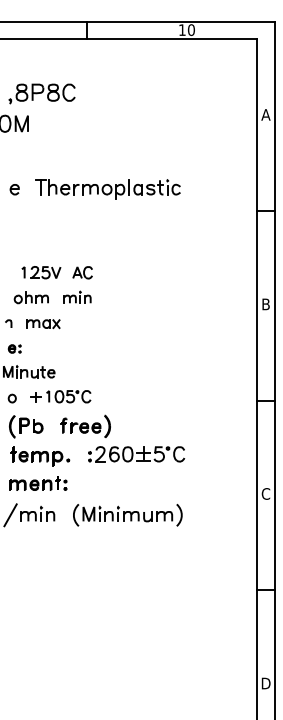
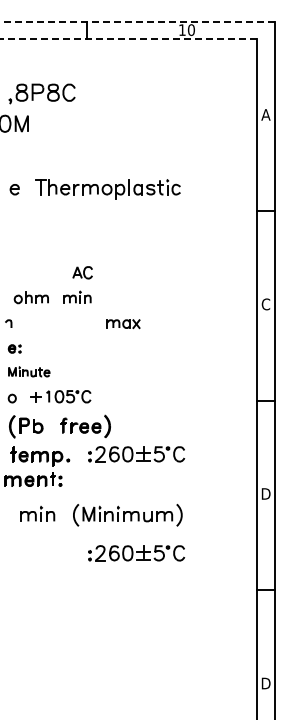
line at (137, 21): solid -> dashed
line at (128, 38): solid -> dashed
part at (41, 272): present -> none
text at (265, 304): B -> C
part at (43, 324) position: (43, 324) -> (123, 324)
part at (29, 371) size: 53x14 px -> 43x12 px
part at (38, 483) position: (38, 483) -> (33, 479)
text at (265, 493): C -> D
line at (10, 515): present -> none
part at (136, 553): none -> present
